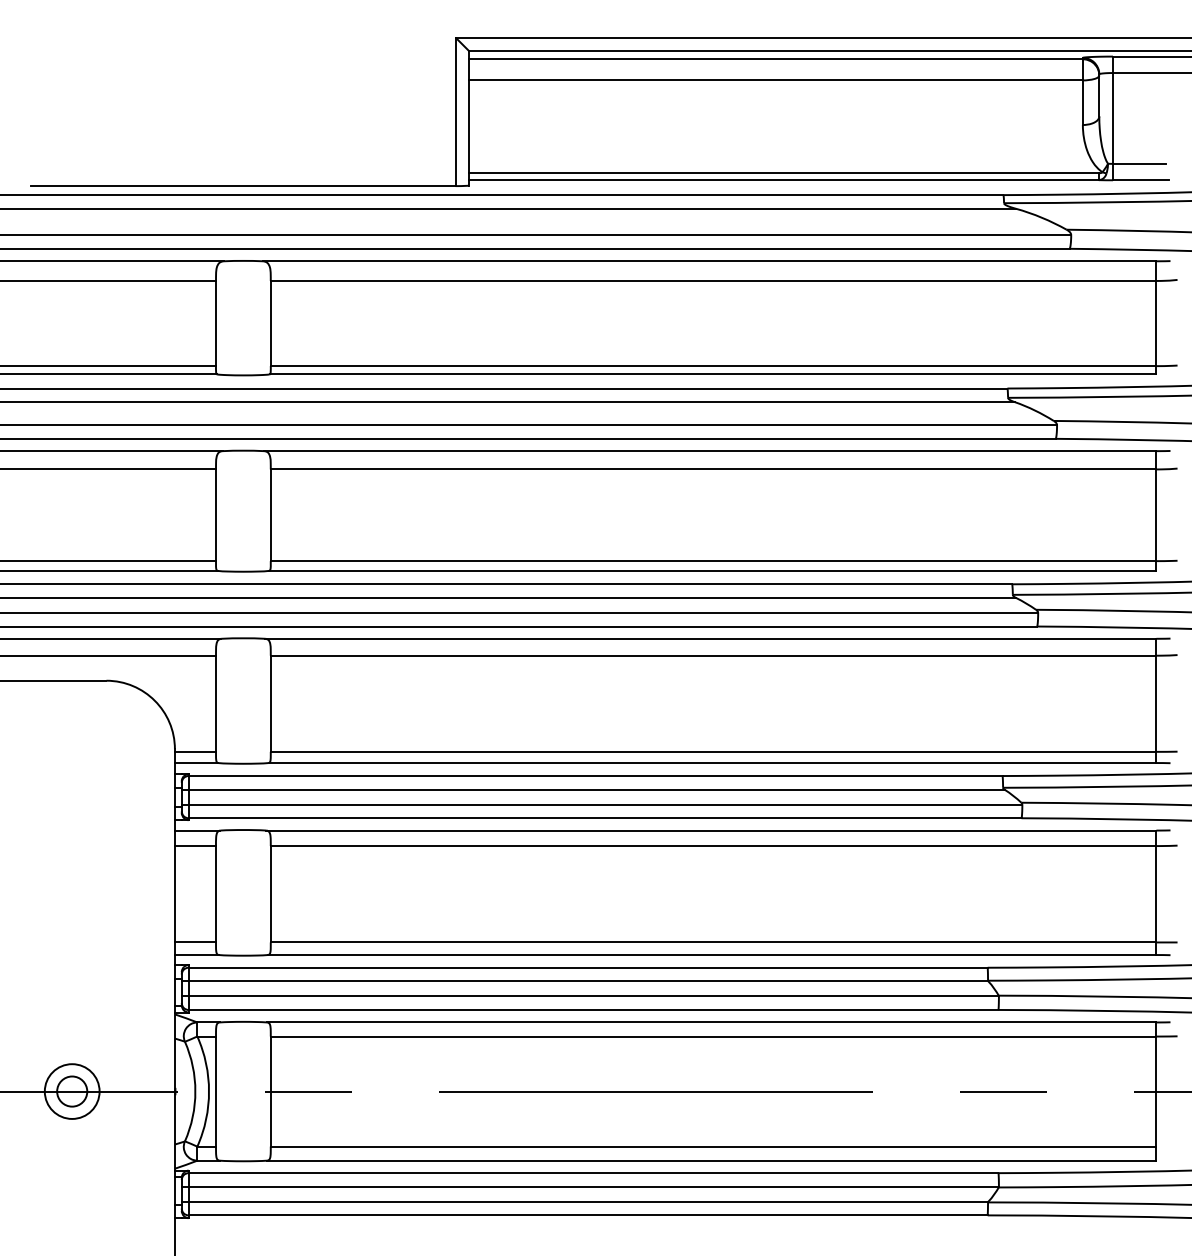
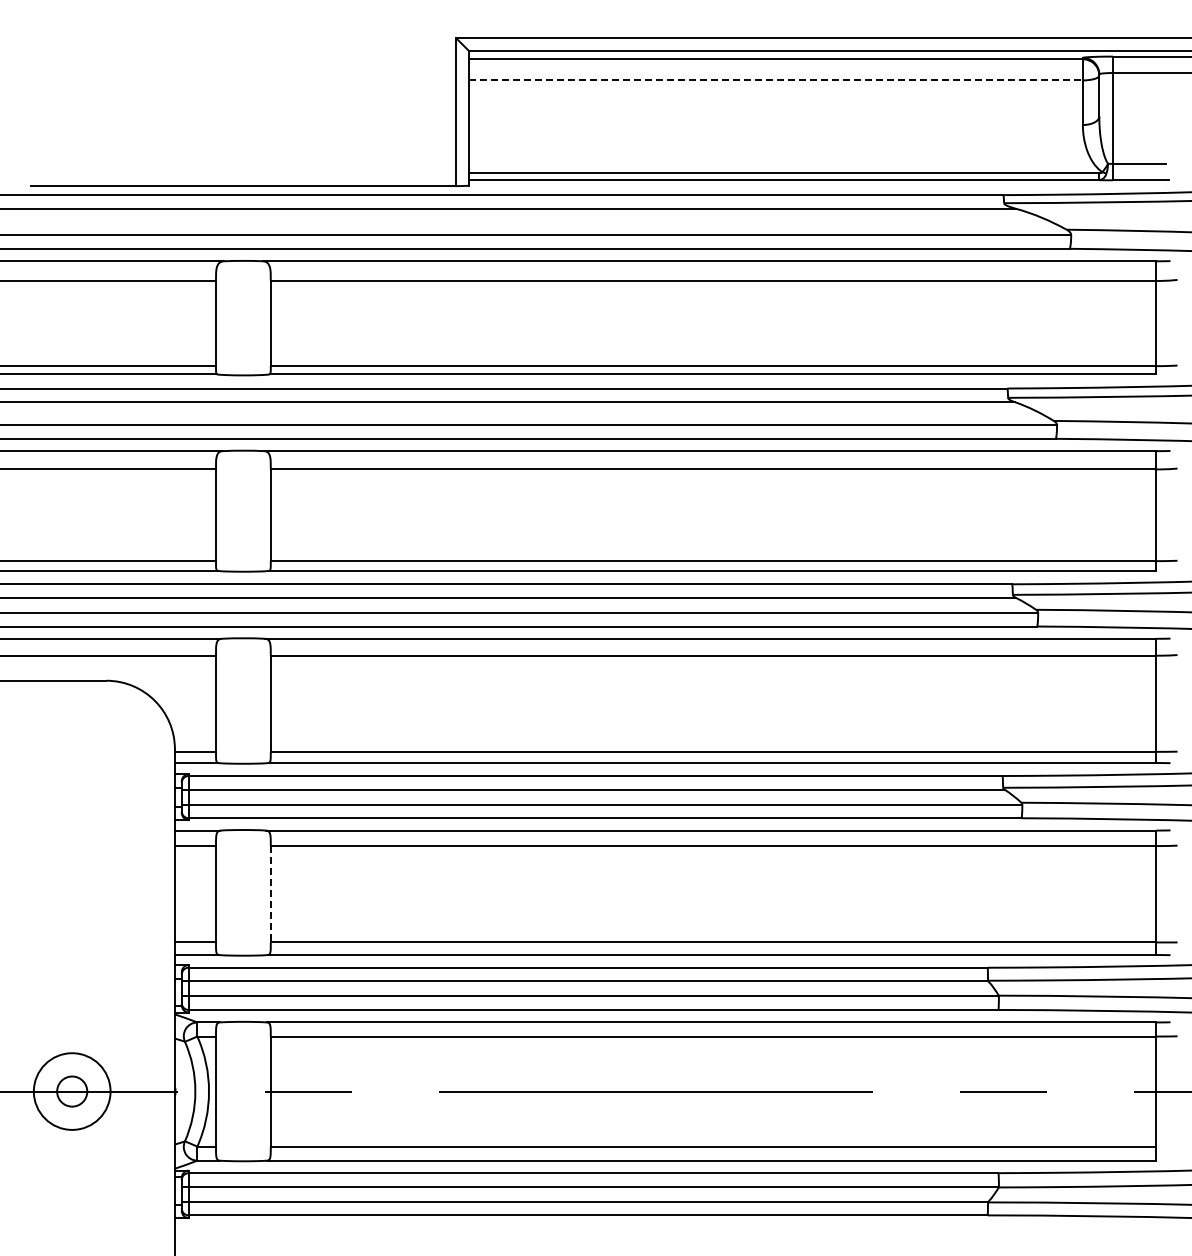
line at (776, 80): solid -> dashed
line at (270, 894): solid -> dashed
circle at (71, 1091) diameter: 55 px -> 77 px
